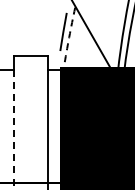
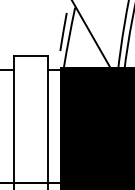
arc at (69, 37): dashed -> solid
line at (14, 129): dashed -> solid
